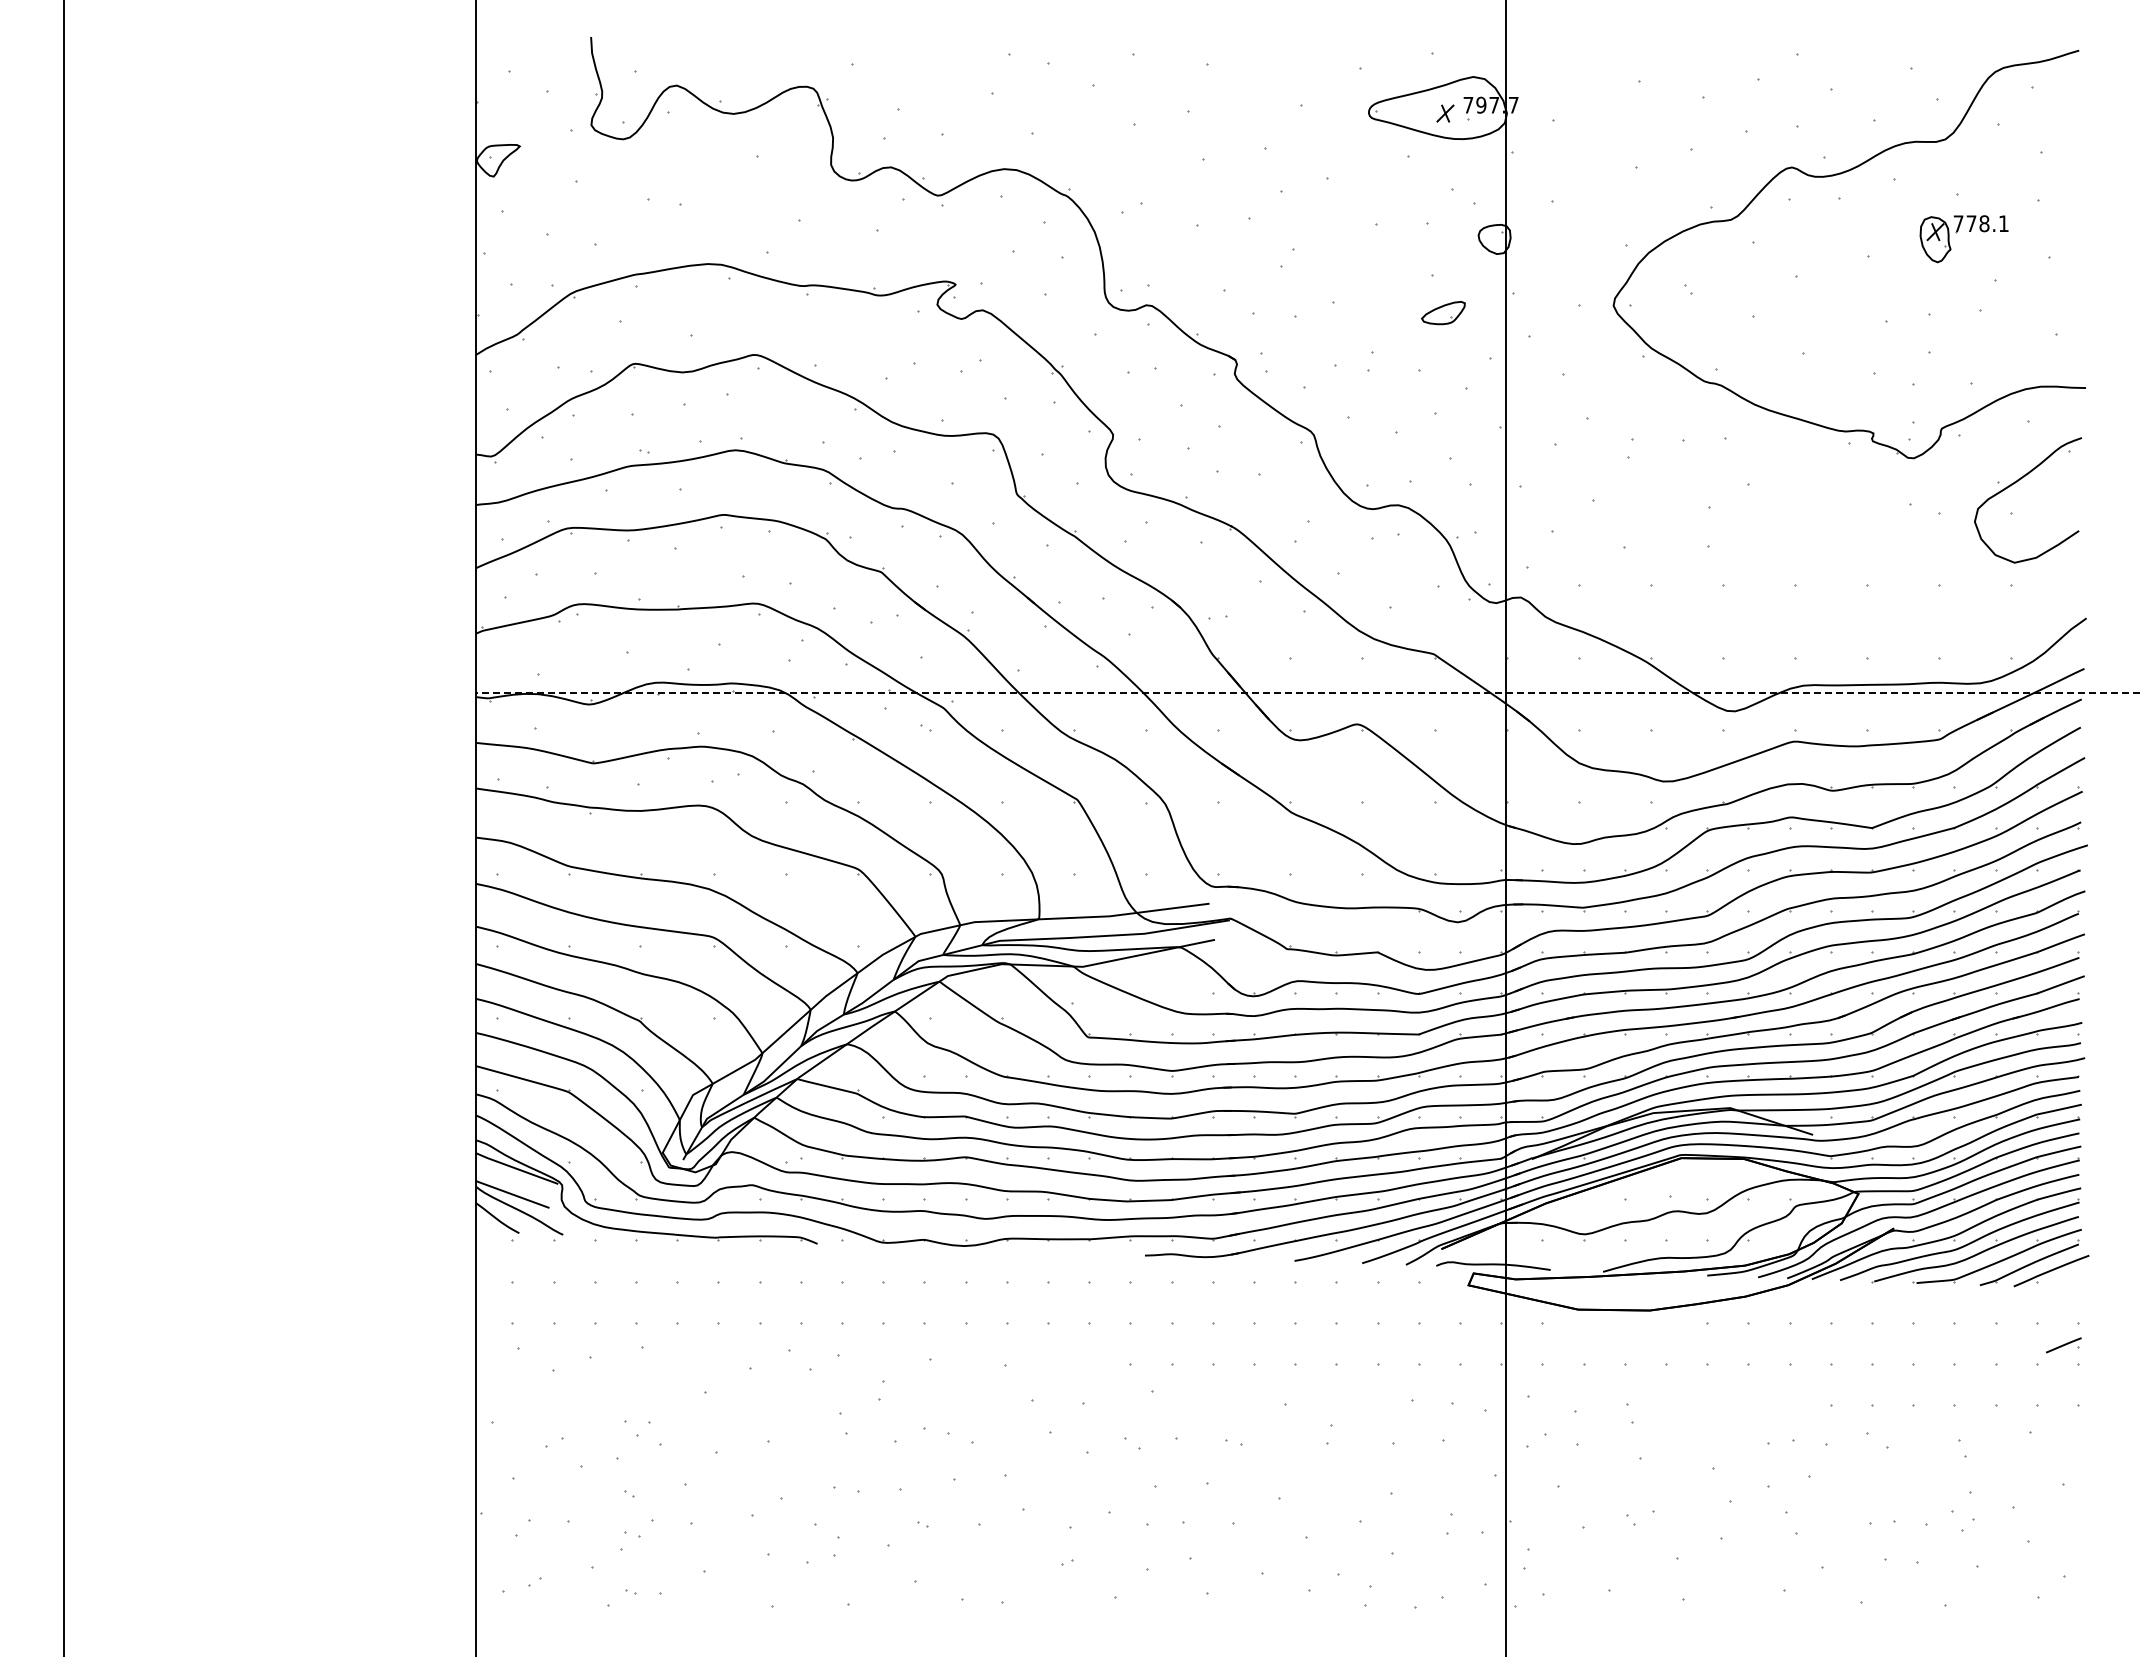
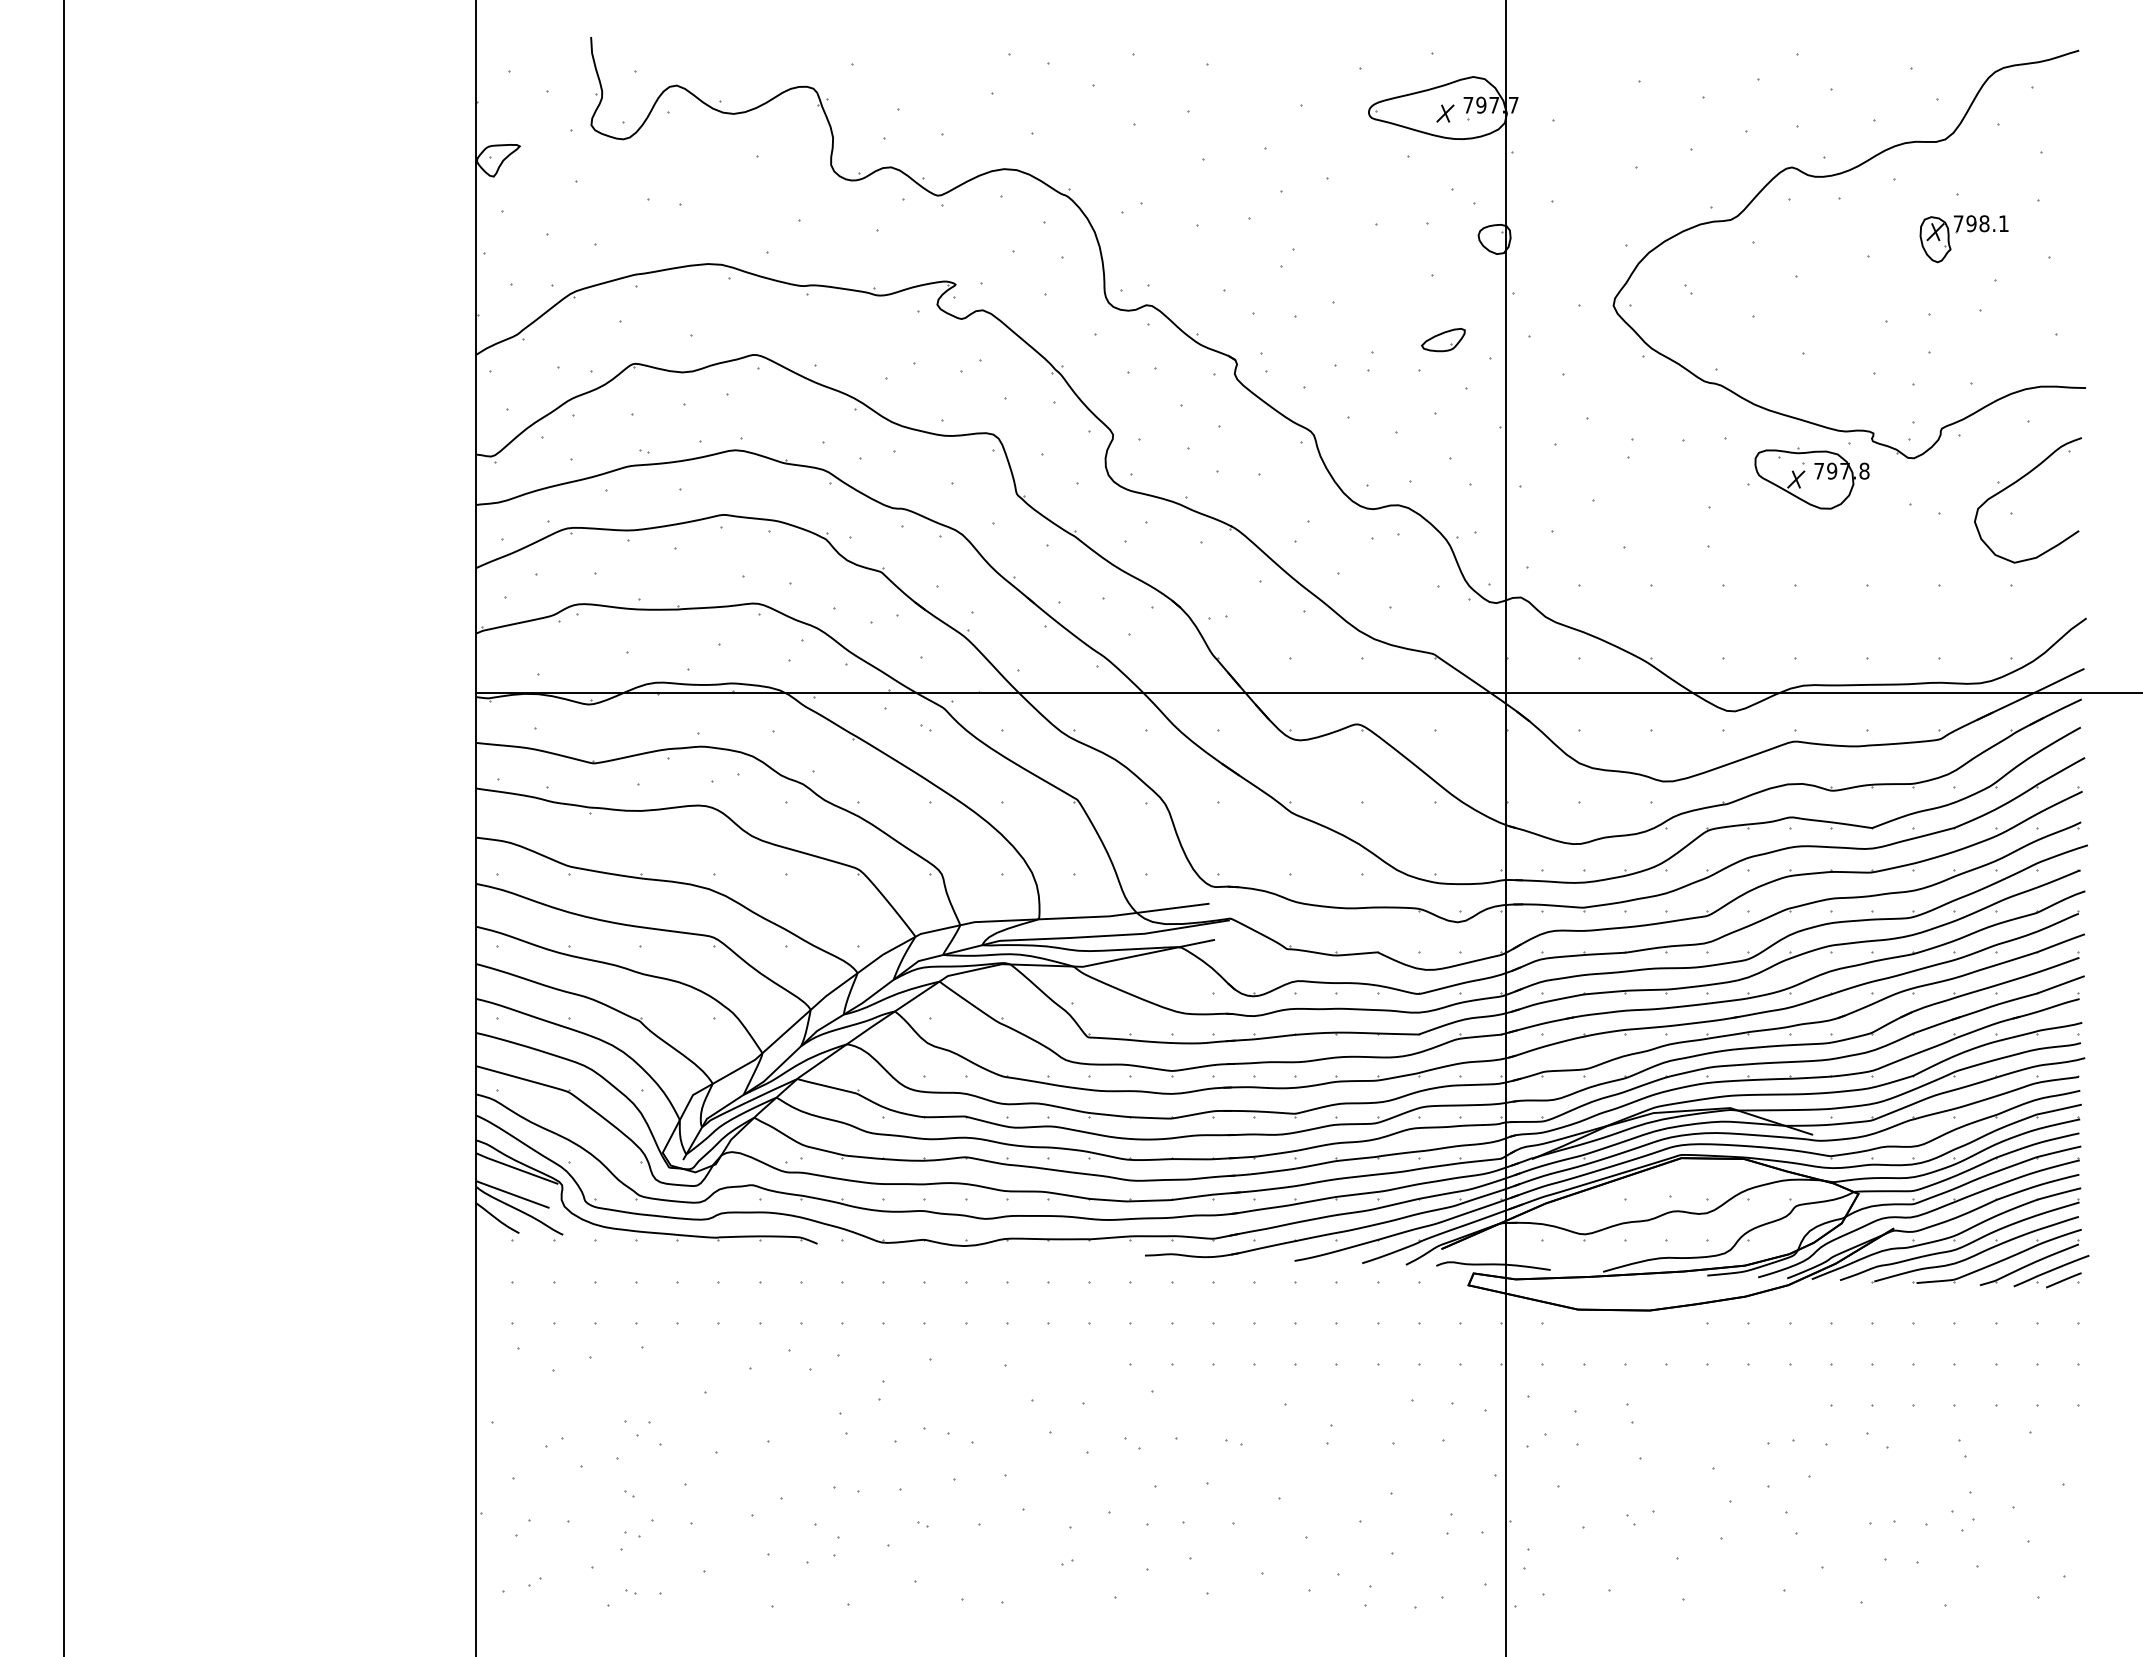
text at (1971, 223): 778.1 -> 798.1
part at (1443, 313) position: (1443, 313) -> (1443, 340)
part at (1811, 478): none -> present
line at (1309, 692): dashed -> solid
part at (2063, 1345) position: (2063, 1345) -> (2063, 1280)
